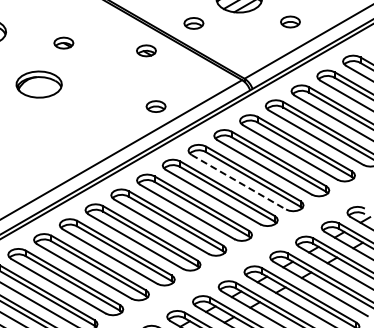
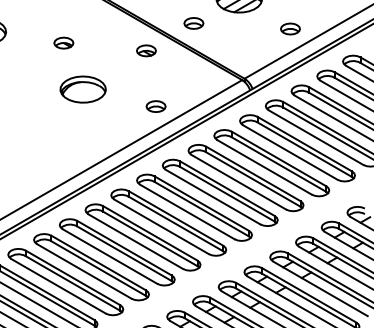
part at (290, 21) position: (290, 21) -> (290, 28)
part at (38, 84) position: (38, 84) -> (82, 89)
line at (238, 182): dashed -> solid
